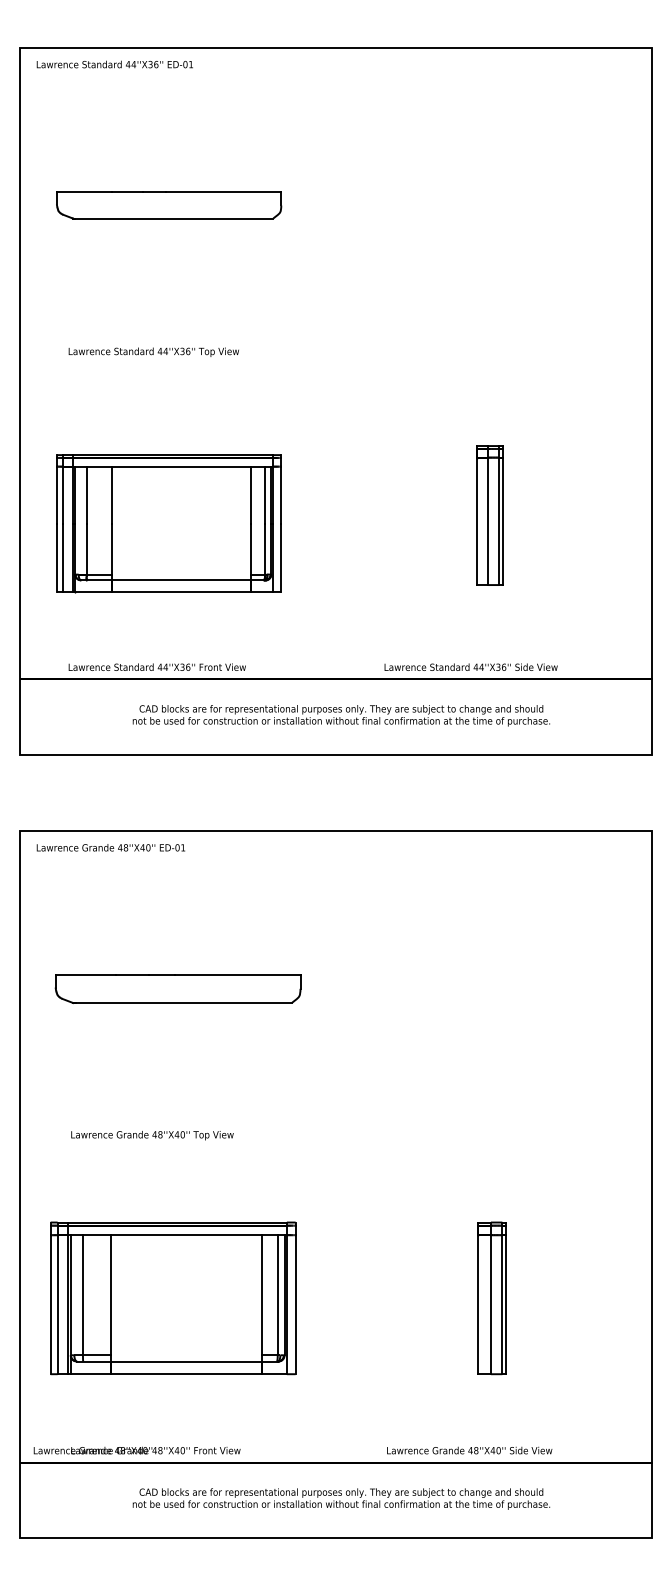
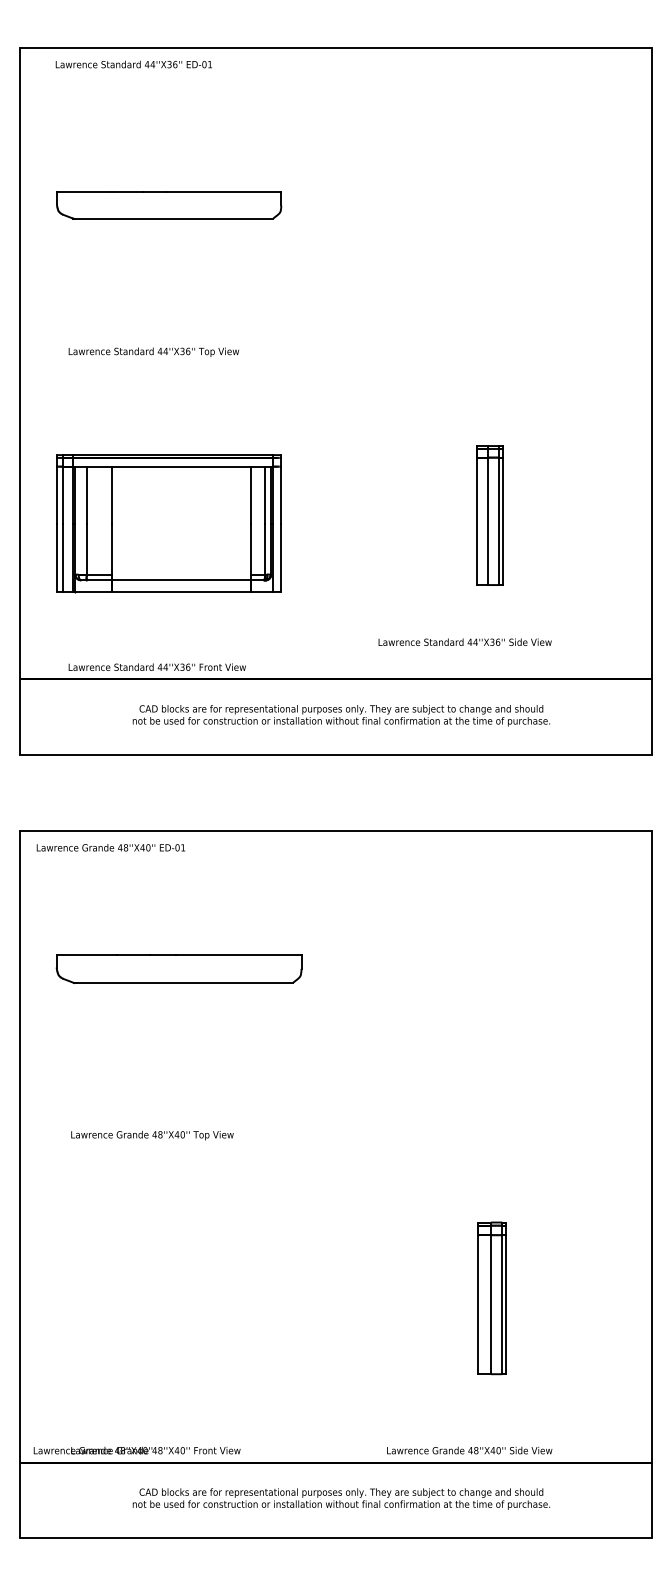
text at (114, 64) position: (114, 64) -> (133, 64)
text at (470, 666) position: (470, 666) -> (464, 641)
part at (177, 988) position: (177, 988) -> (178, 968)
part at (173, 1298): present -> none
